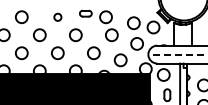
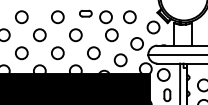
circle at (57, 16) size: 10x10 px -> 14x15 px
circle at (133, 23) position: (133, 23) -> (129, 17)
line at (177, 54): dashed -> solid
